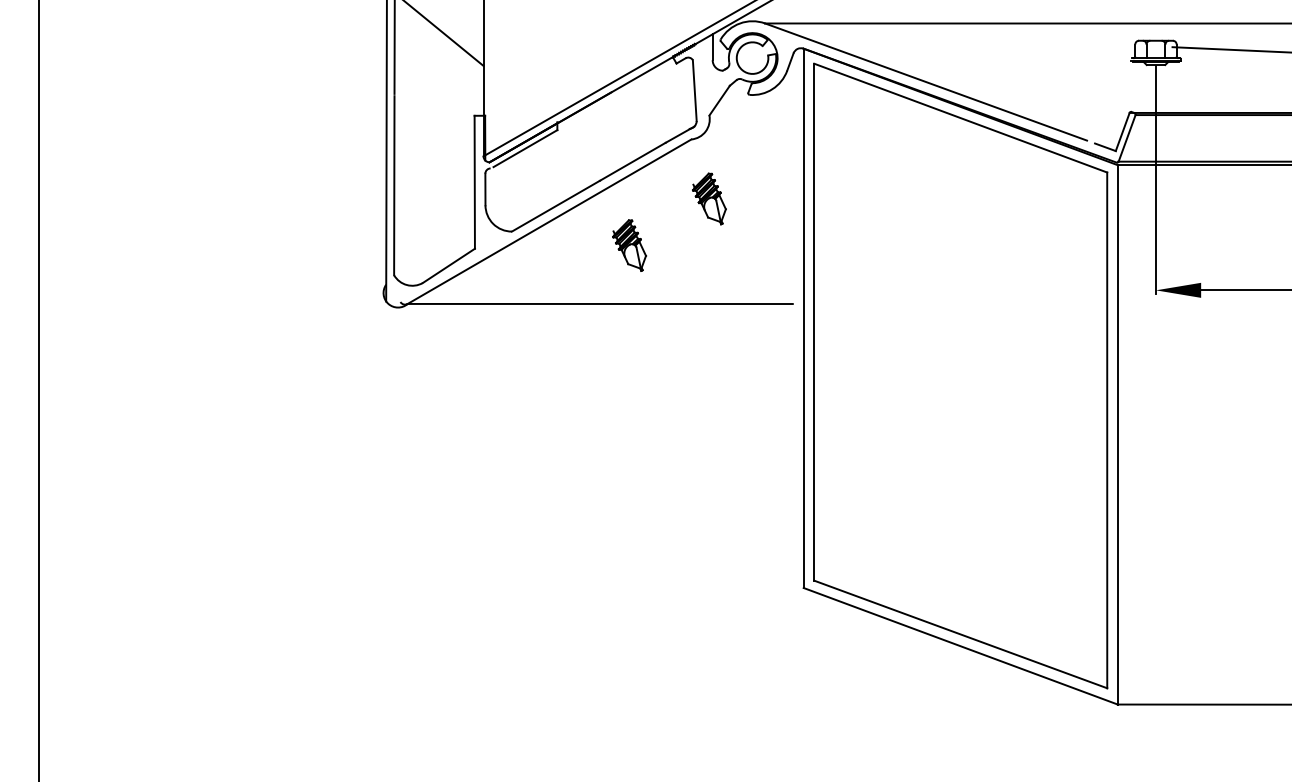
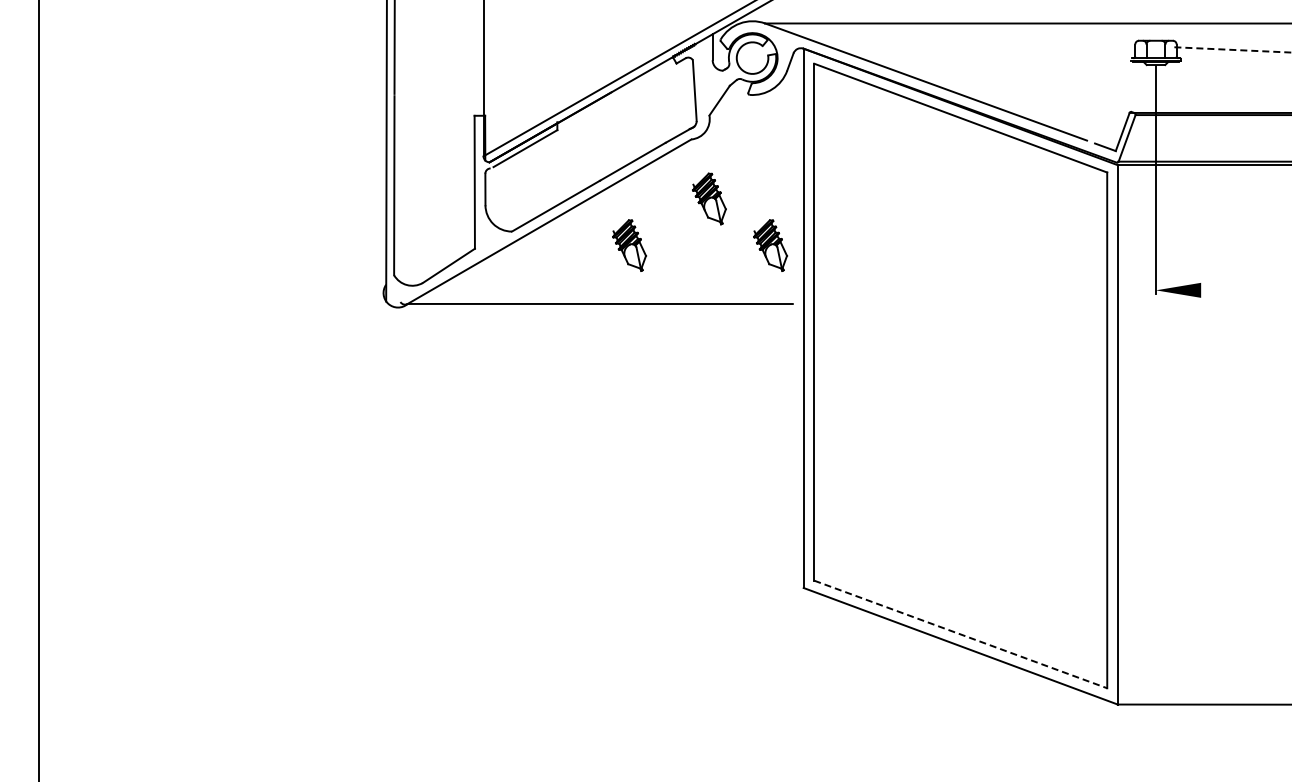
line at (444, 33): present -> none
line at (1231, 49): solid -> dashed
part at (770, 245): none -> present
line at (1244, 290): present -> none
line at (961, 634): solid -> dashed
